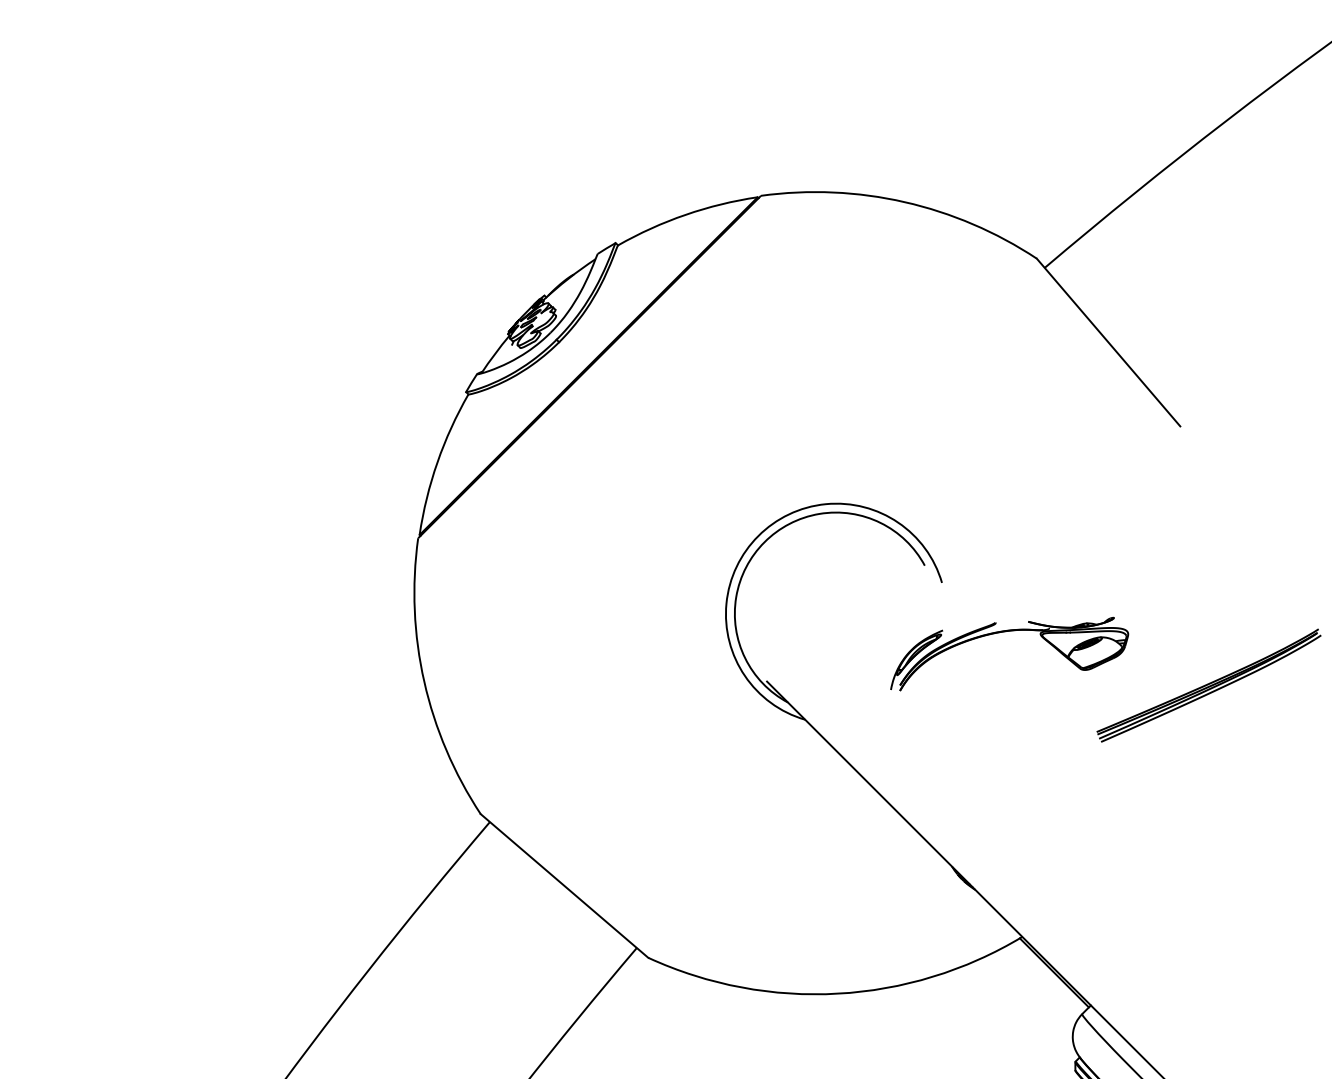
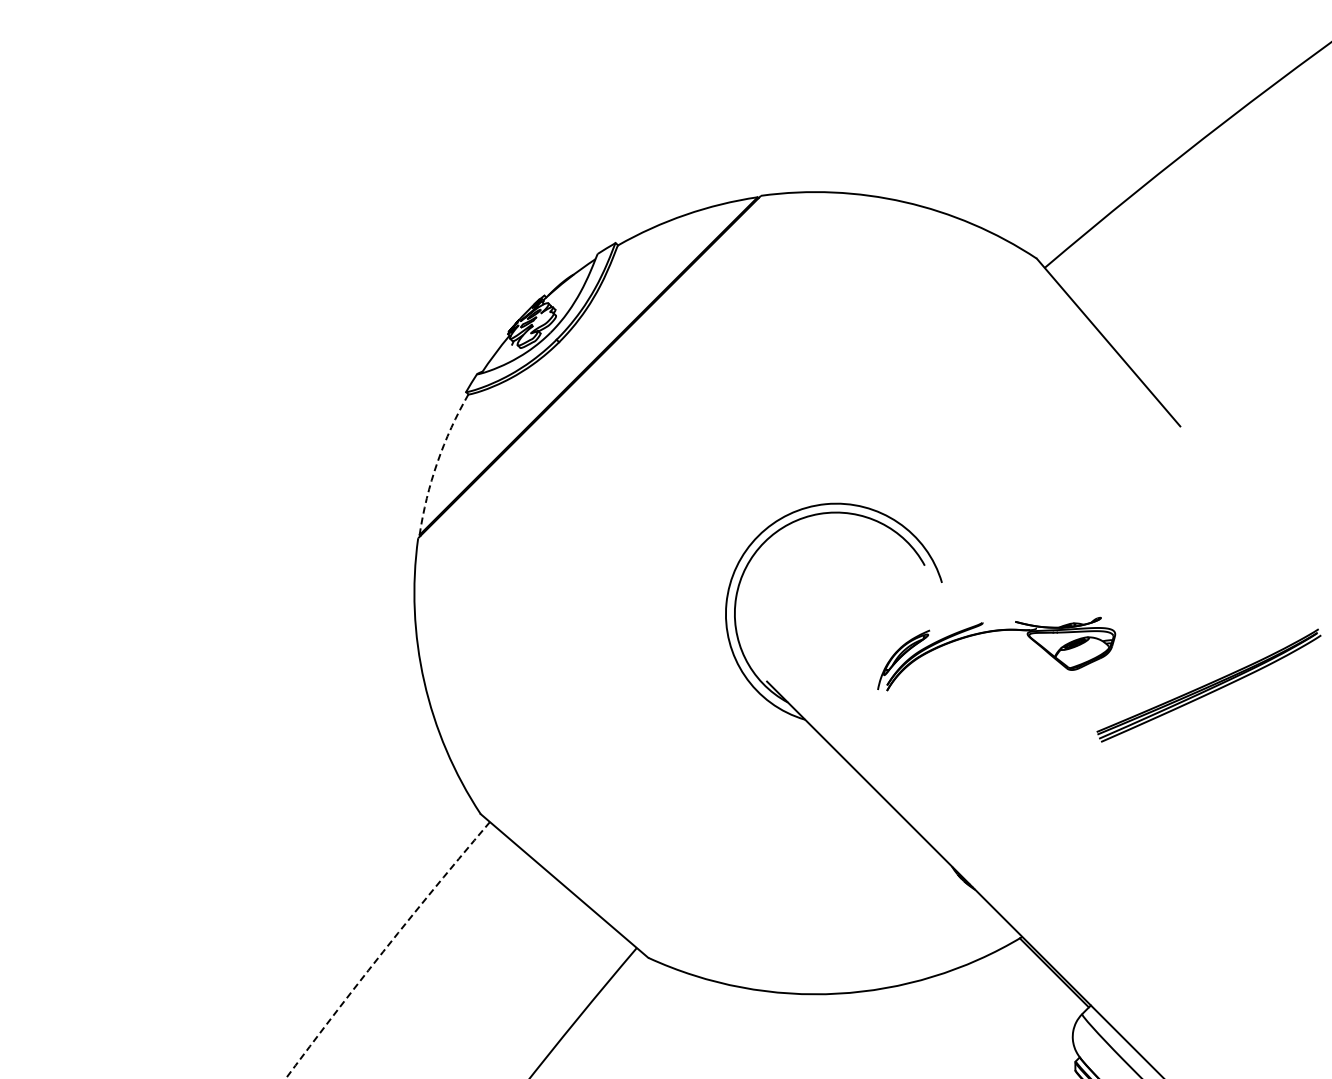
arc at (437, 462): solid -> dashed
part at (1005, 632) position: (1005, 632) -> (992, 632)
arc at (385, 948): solid -> dashed
